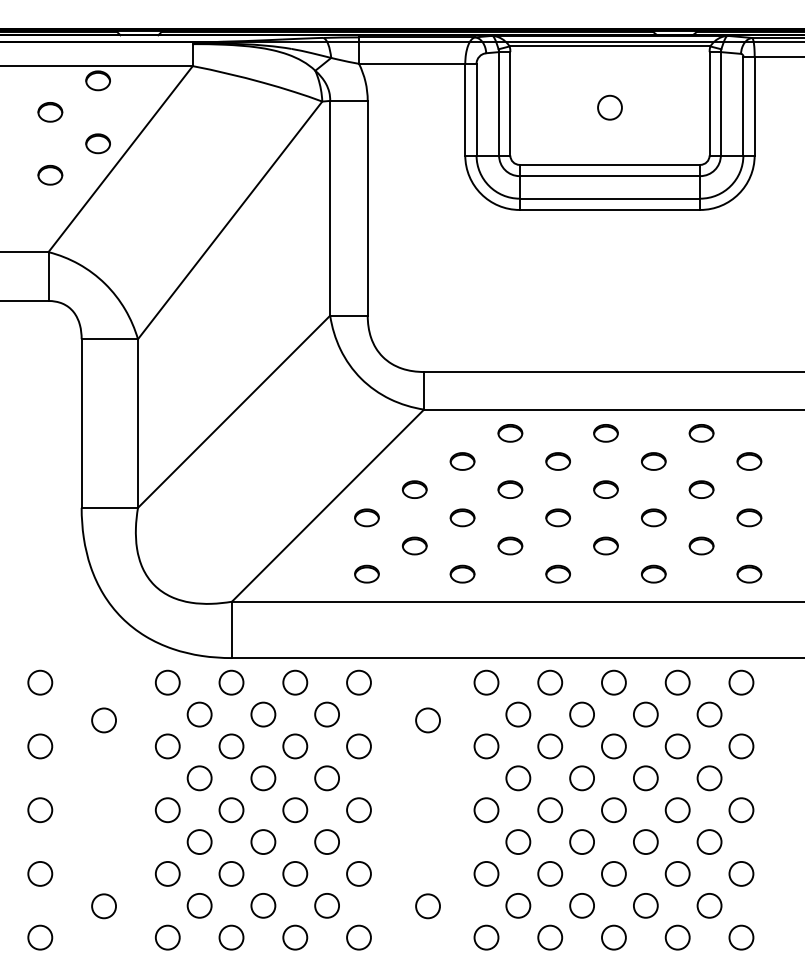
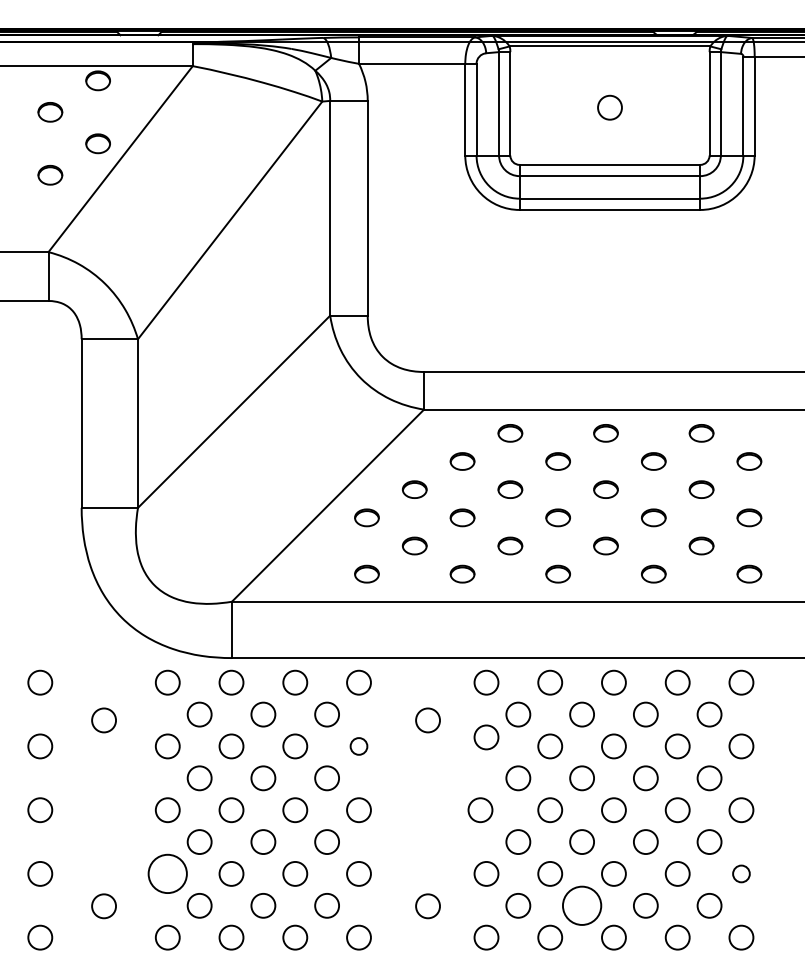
circle at (358, 746) size: 26x27 px -> 20x19 px
circle at (486, 746) position: (486, 746) -> (486, 737)
circle at (486, 810) position: (486, 810) -> (480, 810)
circle at (167, 873) diameter: 24 px -> 38 px
circle at (741, 873) size: 27x26 px -> 19x20 px
circle at (582, 905) diameter: 24 px -> 38 px
